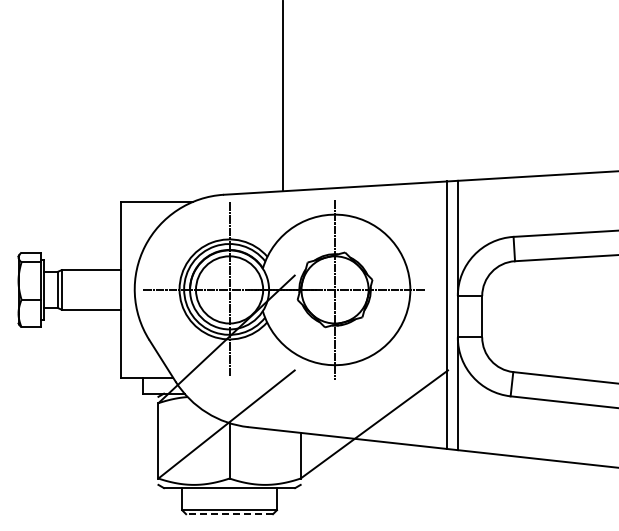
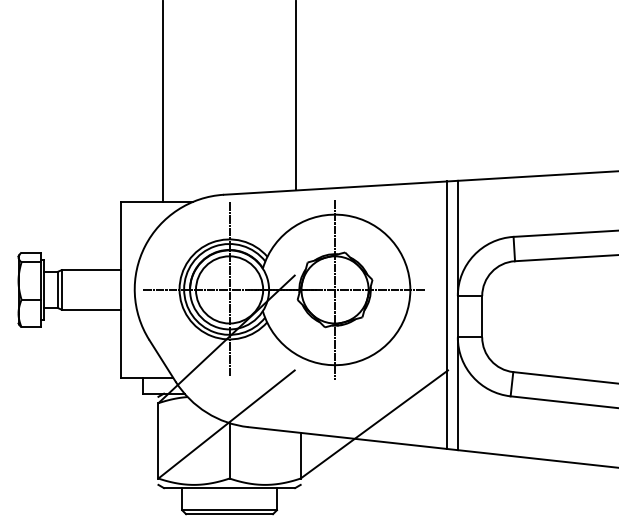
line at (282, 96) position: (282, 96) -> (295, 96)
line at (163, 102): none -> present
line at (229, 514): dashed -> solid
